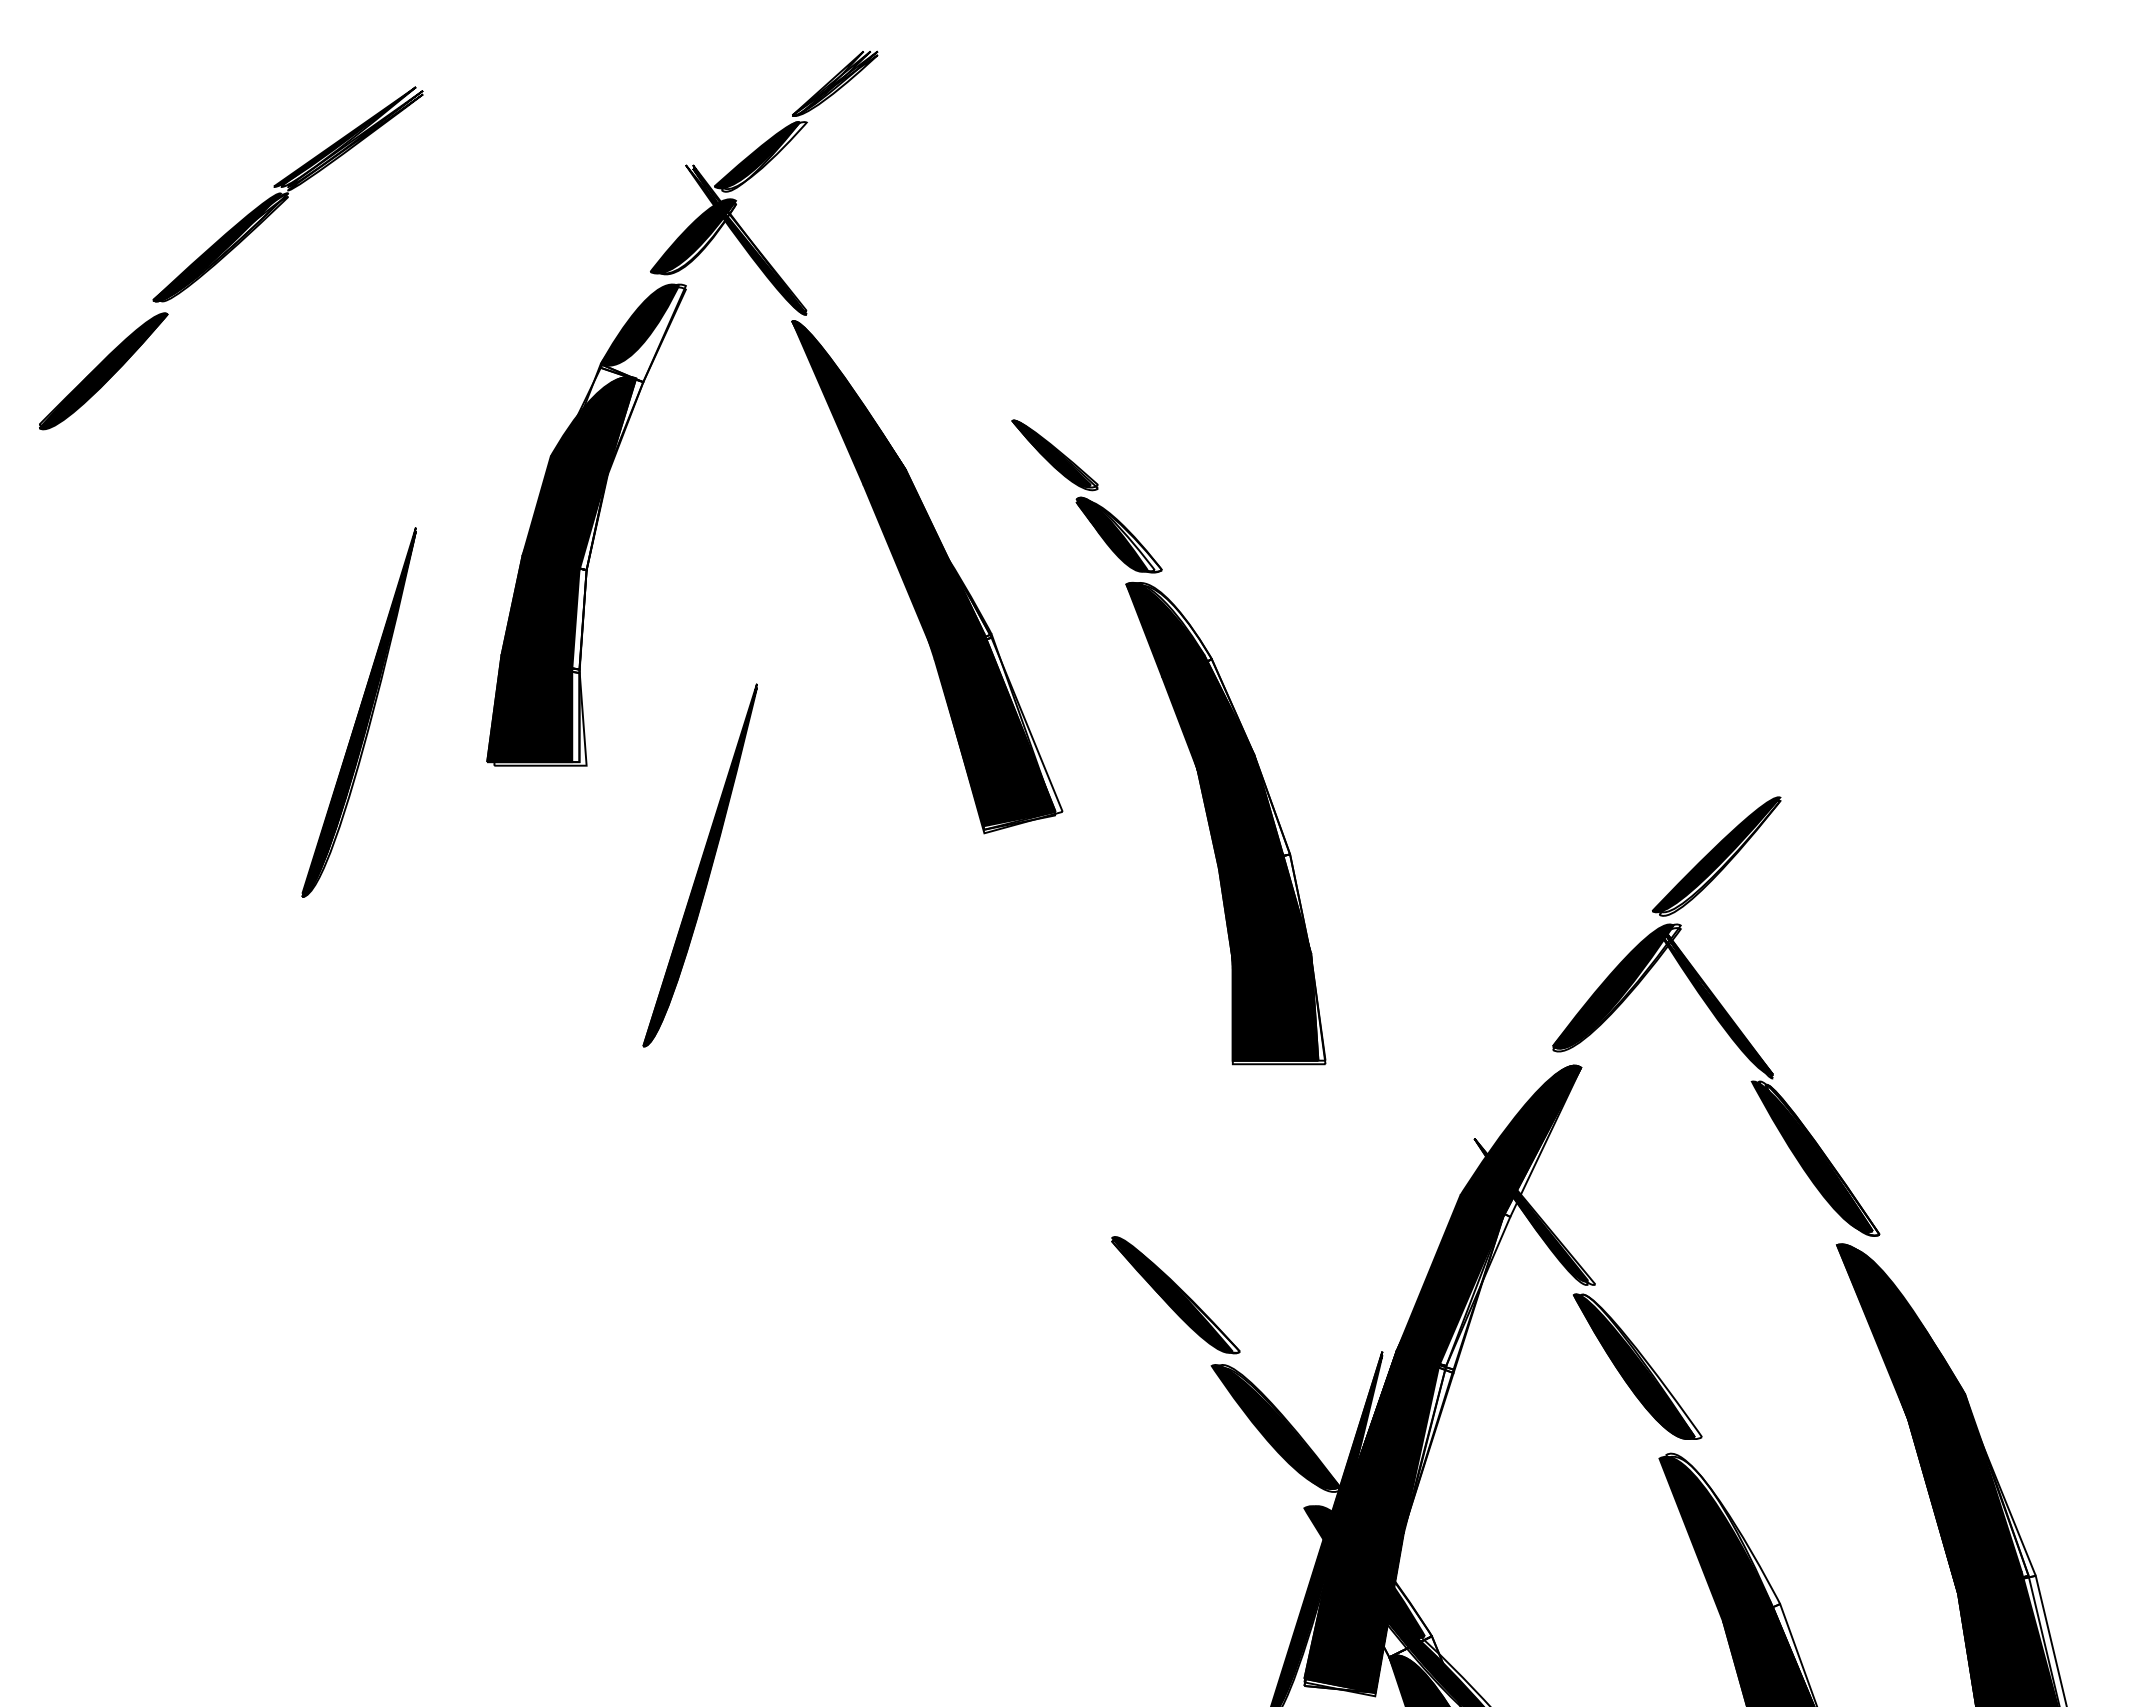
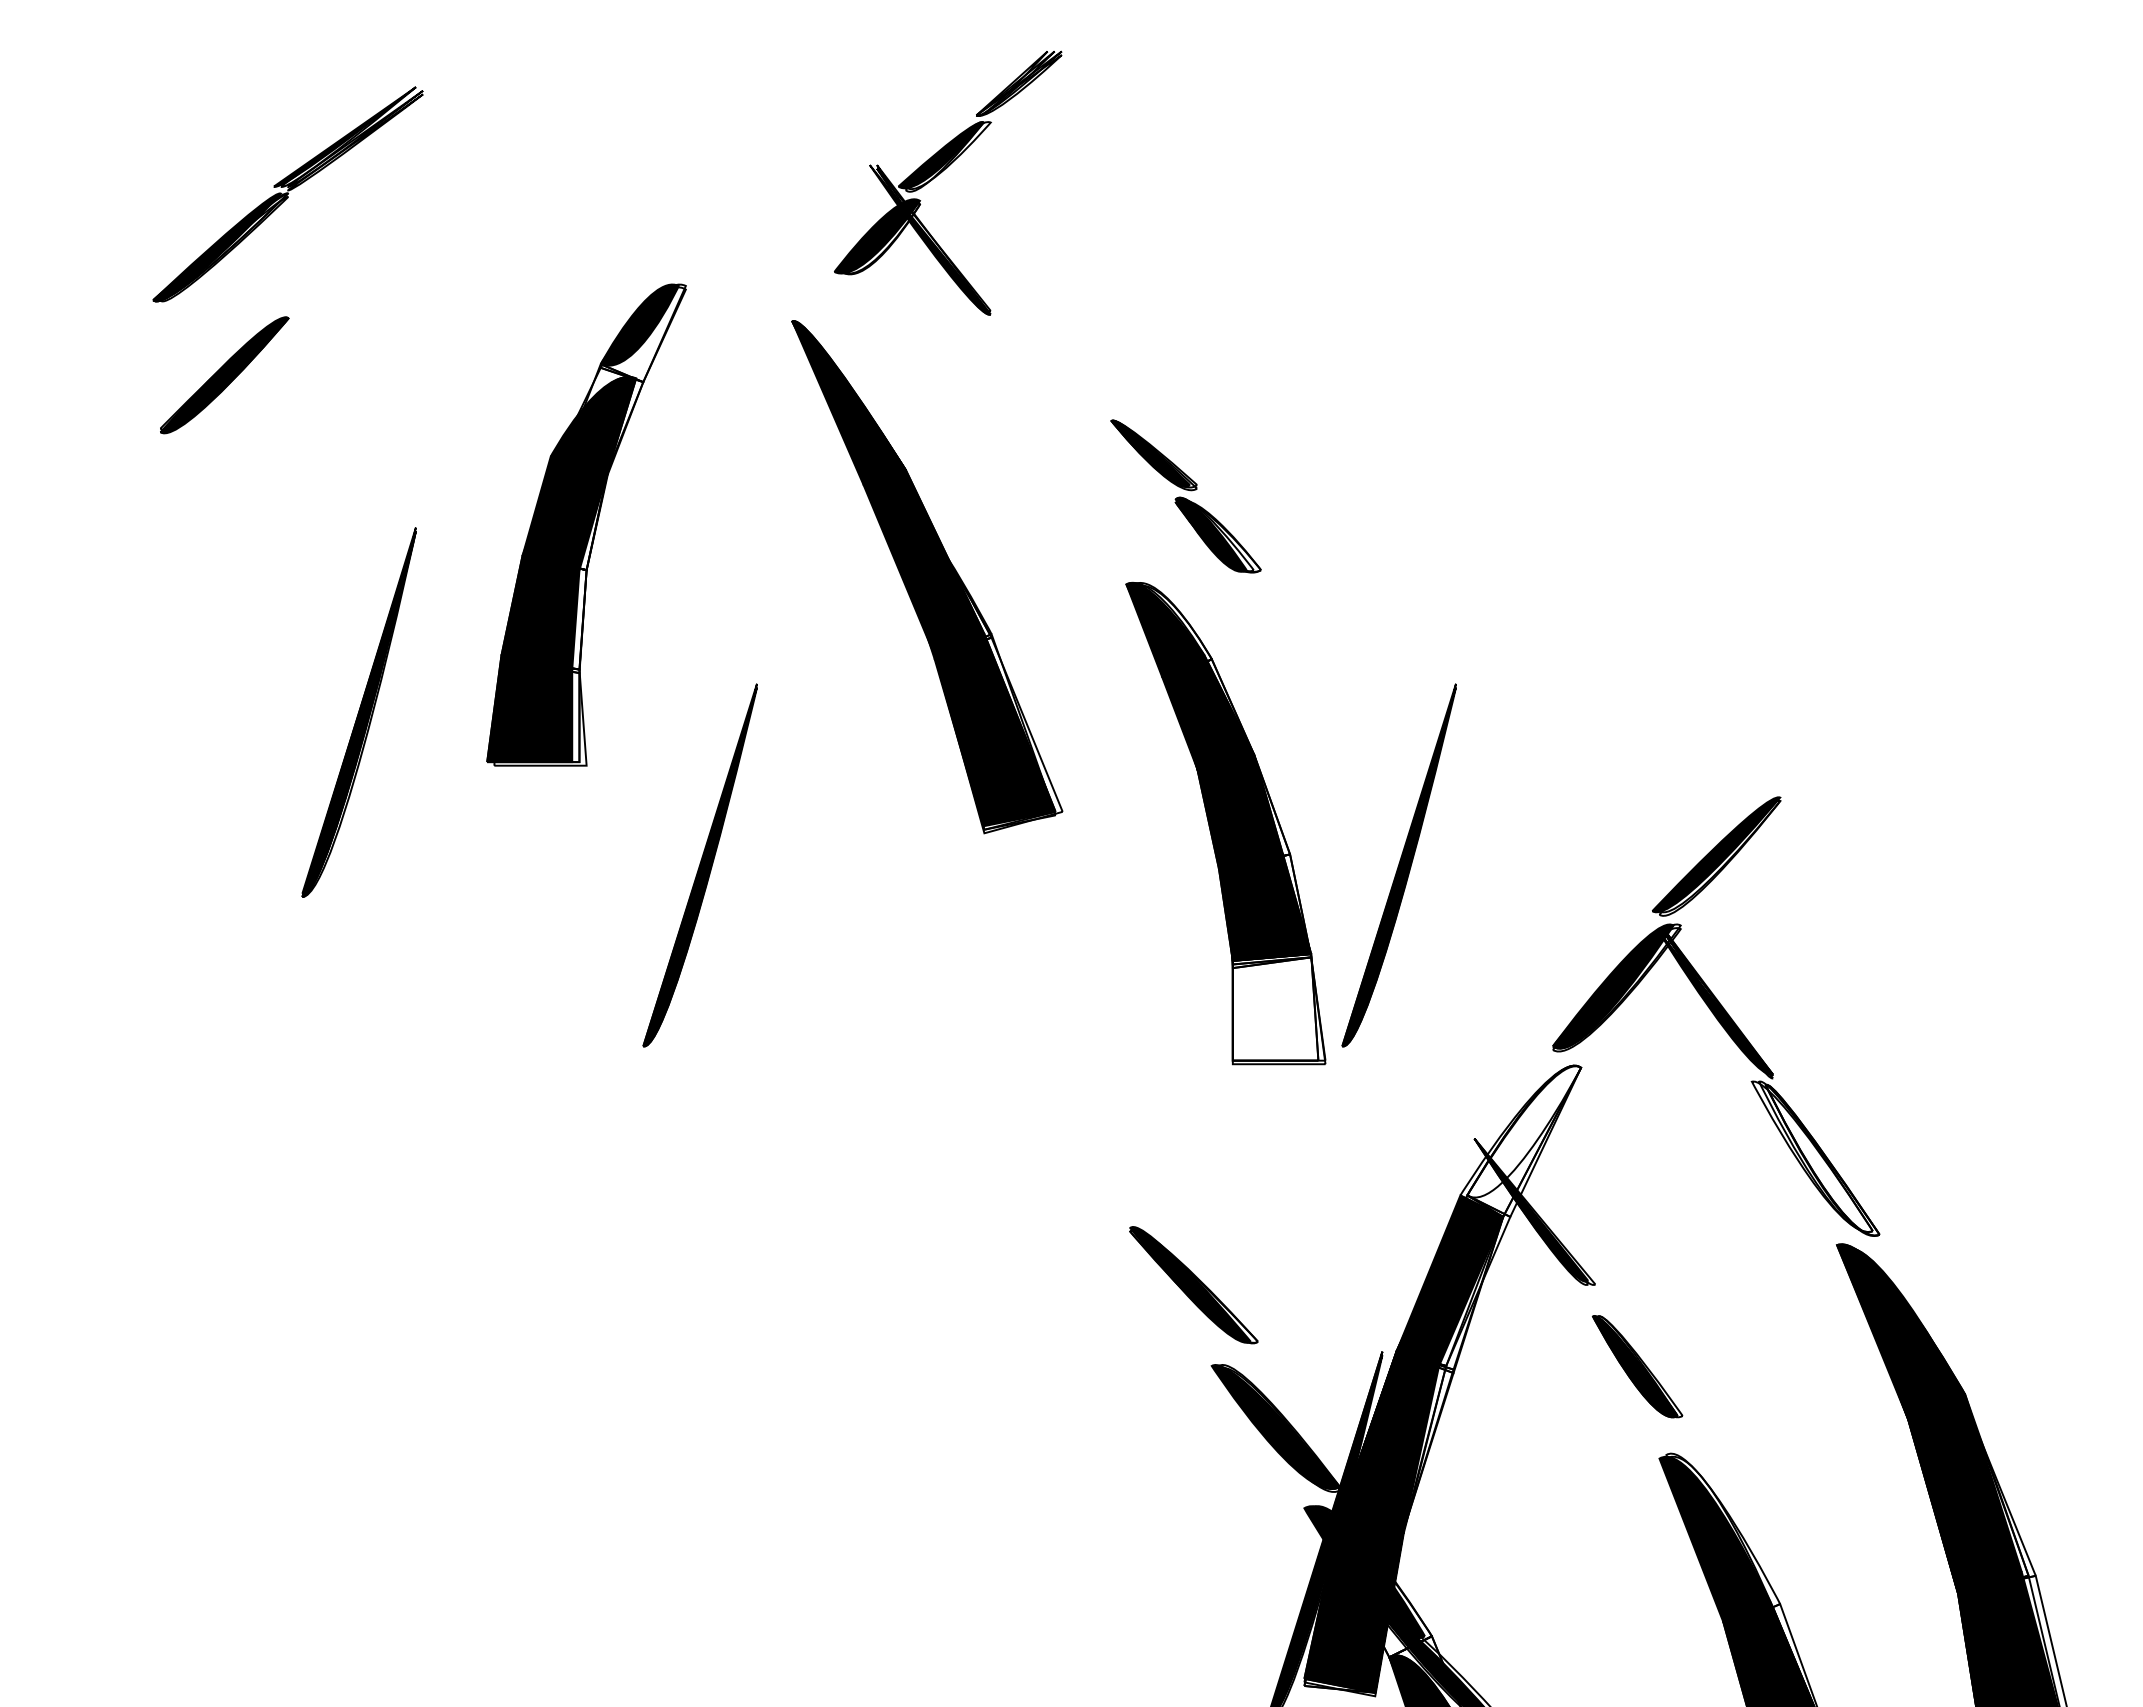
part at (757, 173) position: (757, 173) -> (941, 173)
part at (103, 371) position: (103, 371) -> (224, 375)
part at (1086, 496) position: (1086, 496) -> (1185, 496)
part at (1398, 865): none -> present
fill at (1275, 1007): present -> none
fill at (1520, 1140): present -> none
fill at (1811, 1156): present -> none
part at (1175, 1295) position: (1175, 1295) -> (1193, 1285)
part at (1637, 1366) size: 131x147 px -> 93x104 px
